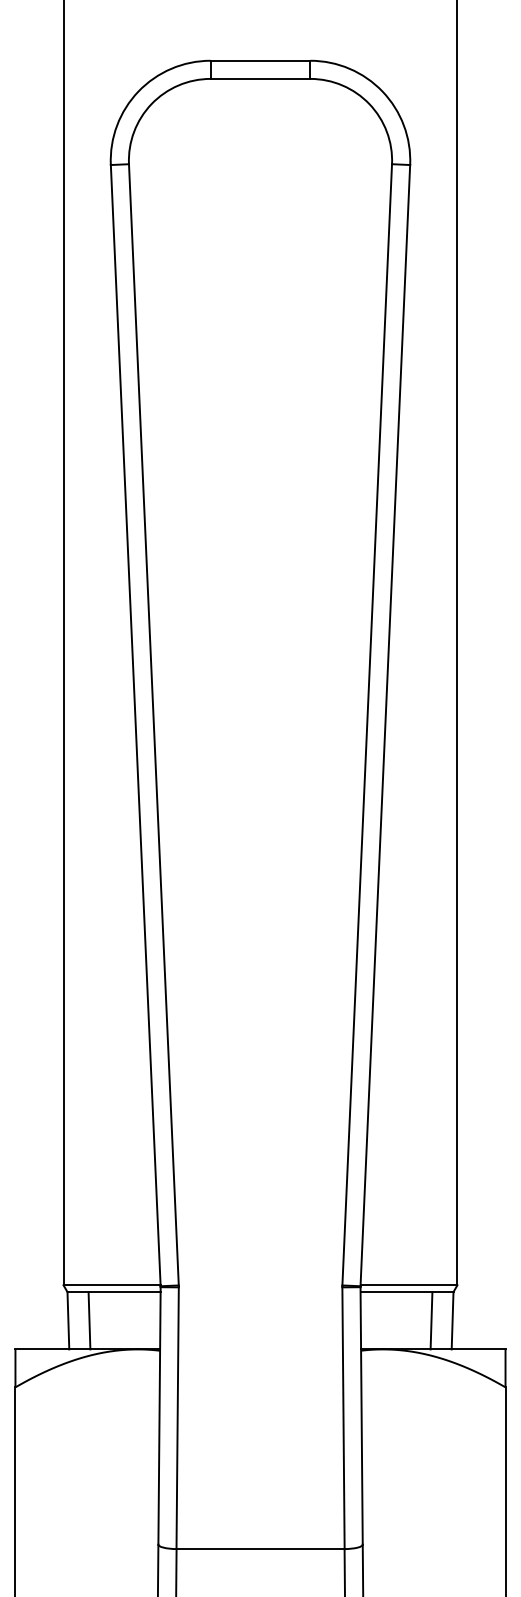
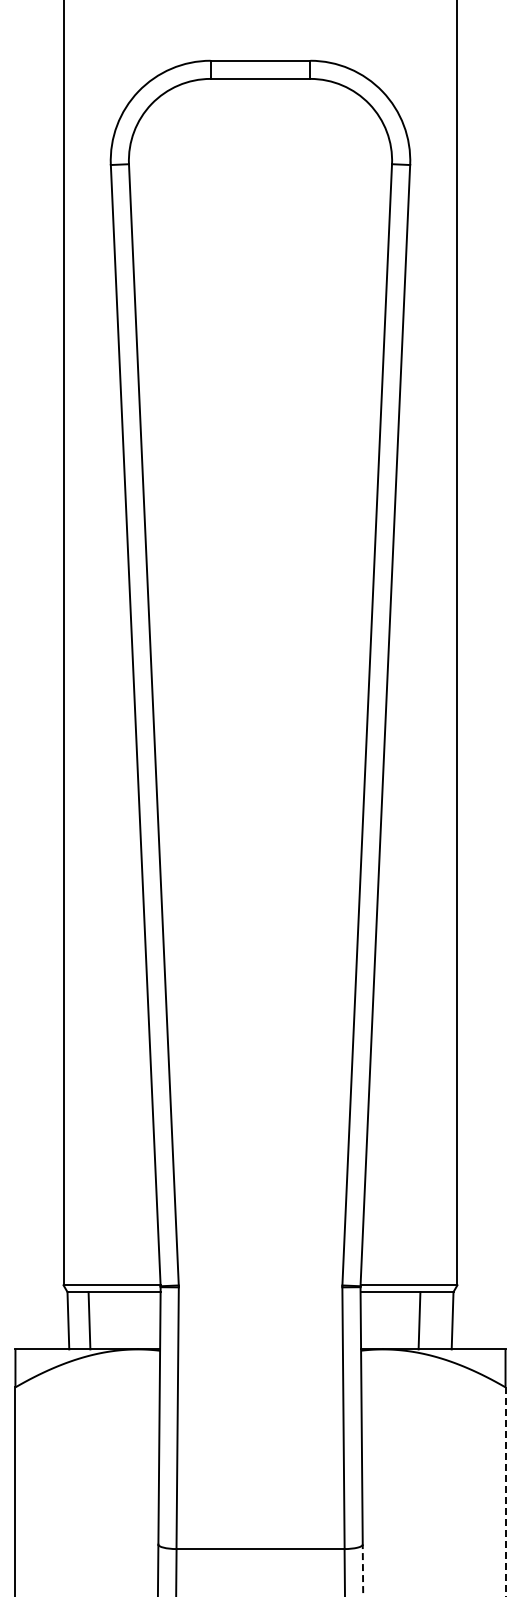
line at (431, 1320) position: (431, 1320) -> (419, 1320)
line at (505, 1491): solid -> dashed
line at (362, 1570): solid -> dashed
